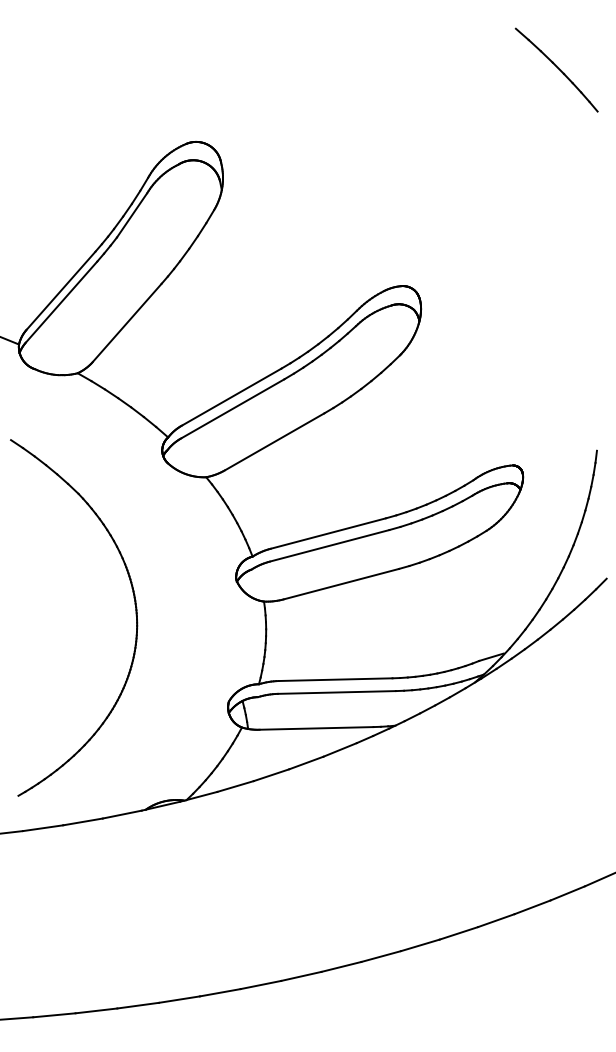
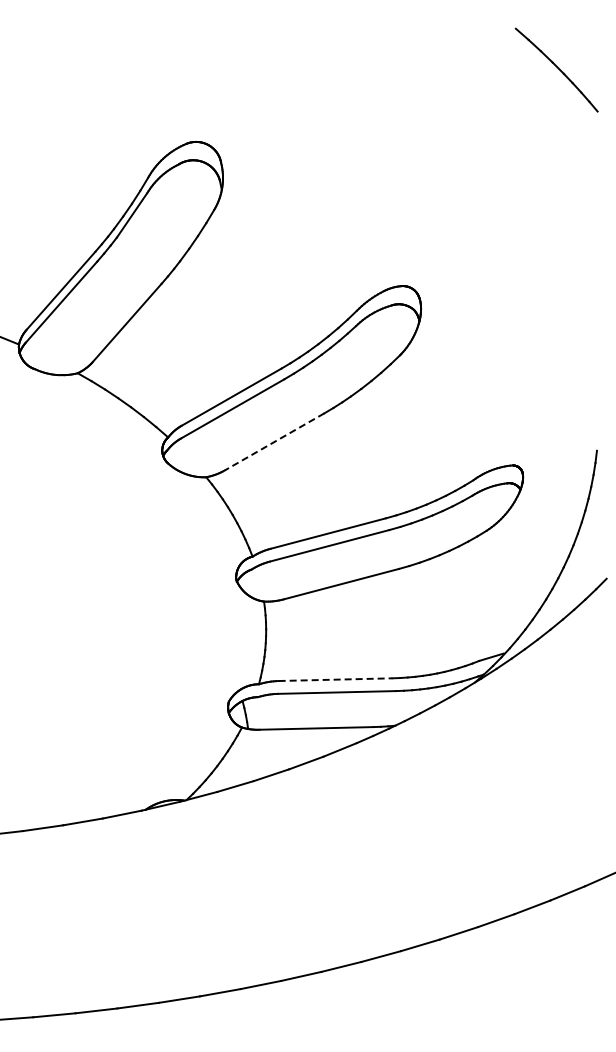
line at (274, 442): solid -> dashed
part at (135, 615): present -> none
line at (335, 679): solid -> dashed
